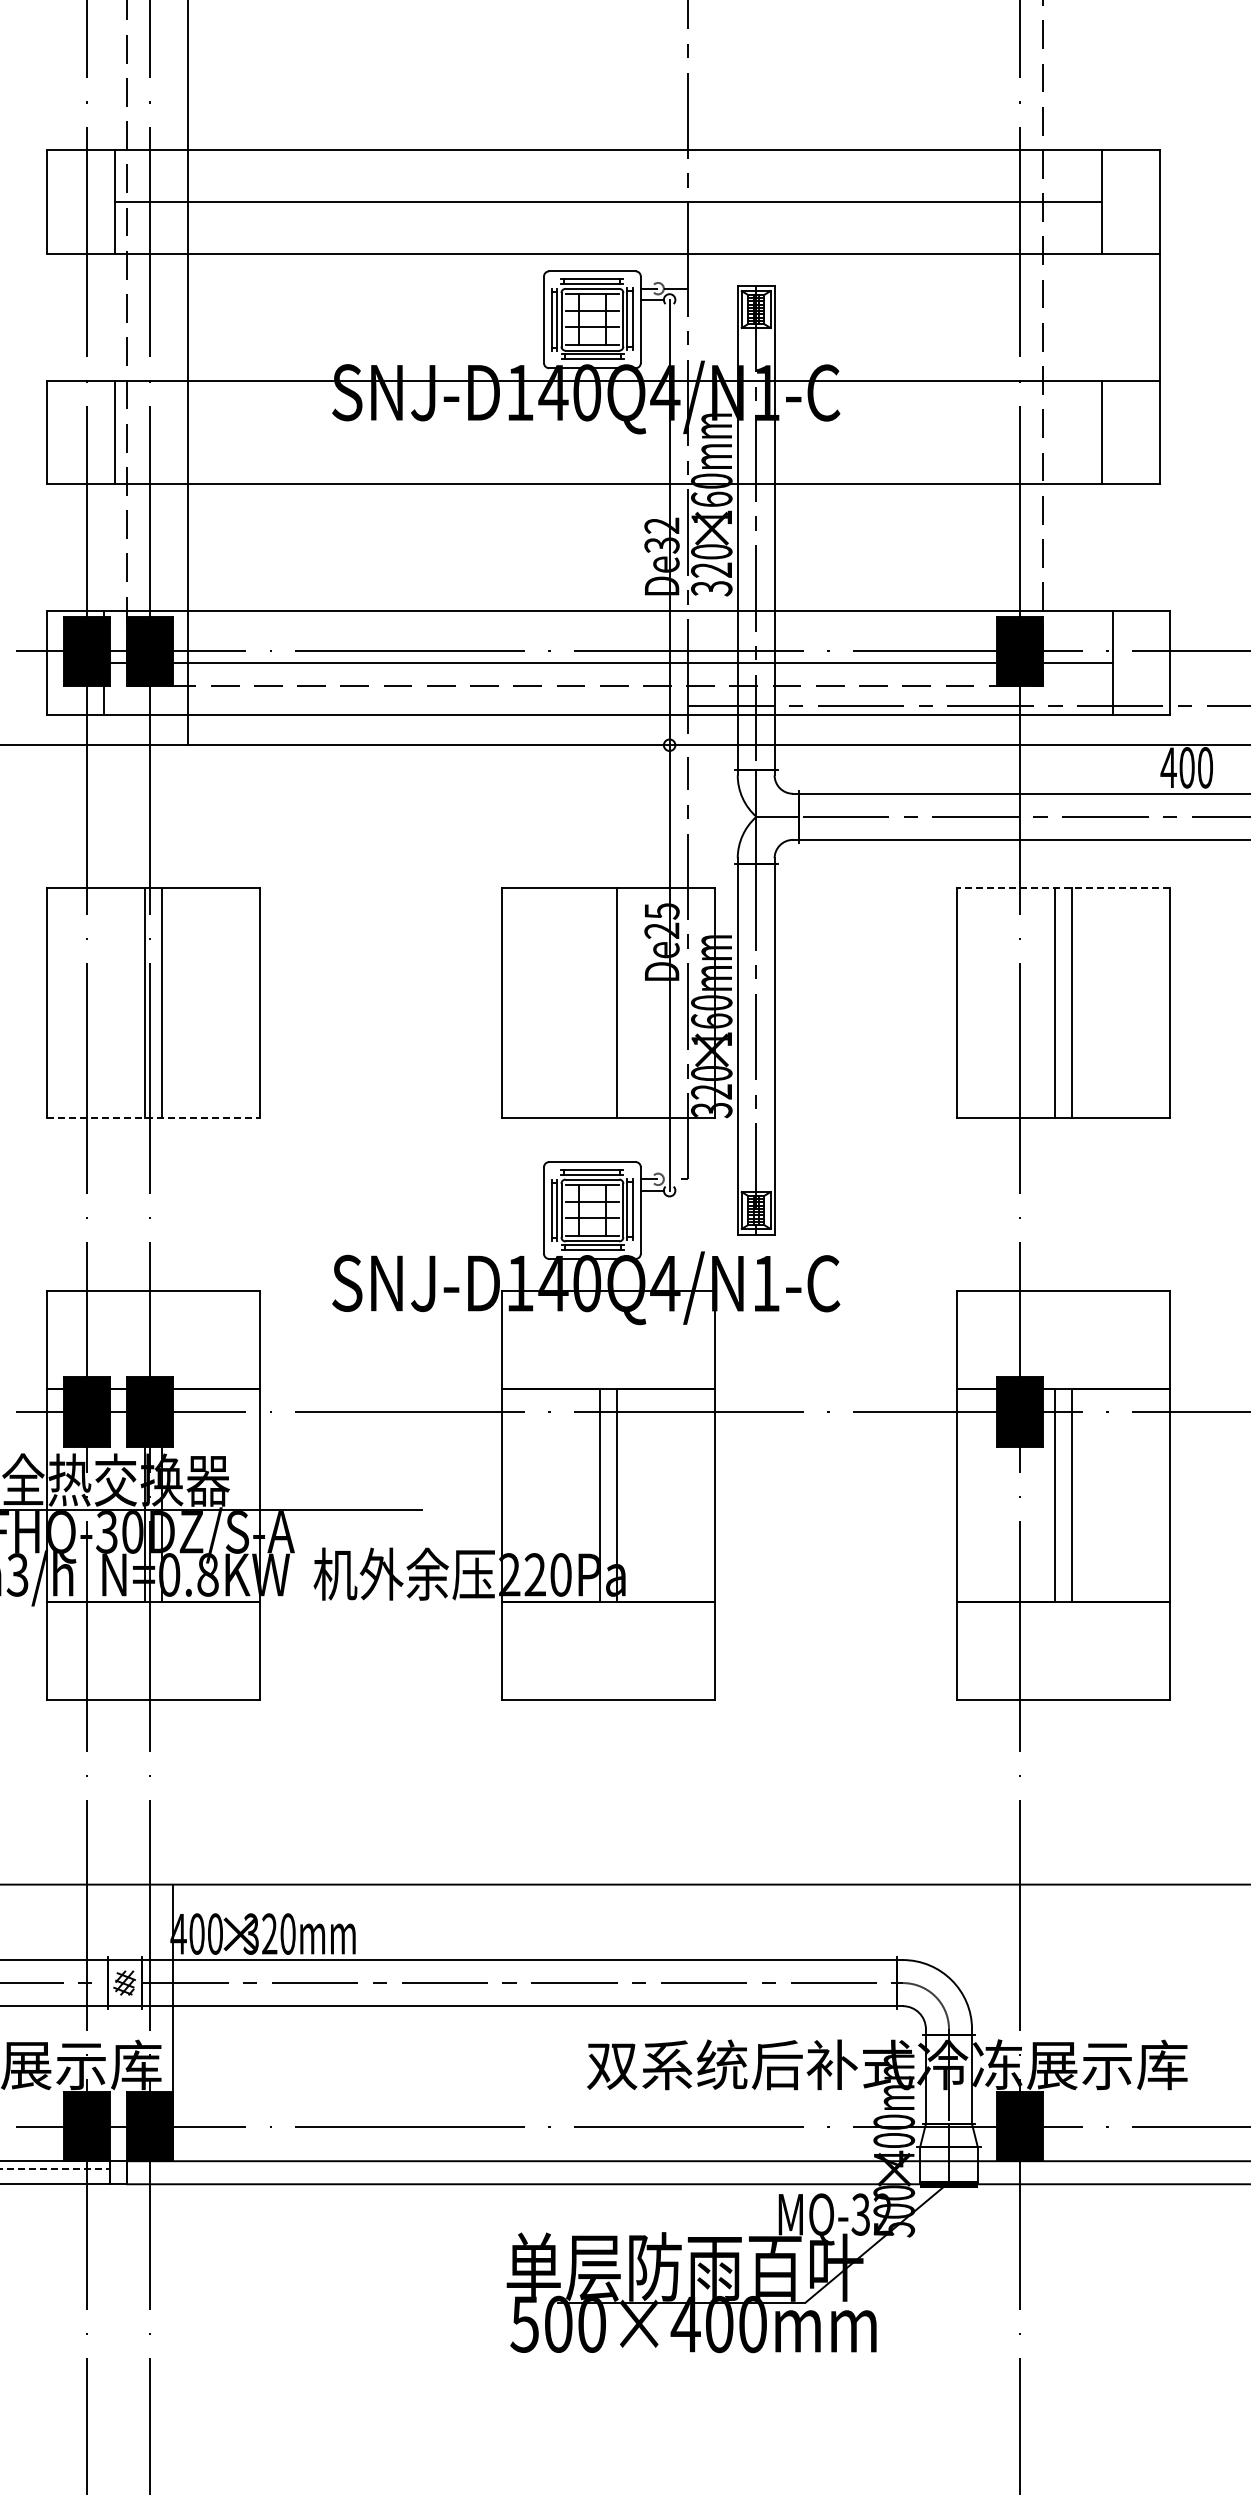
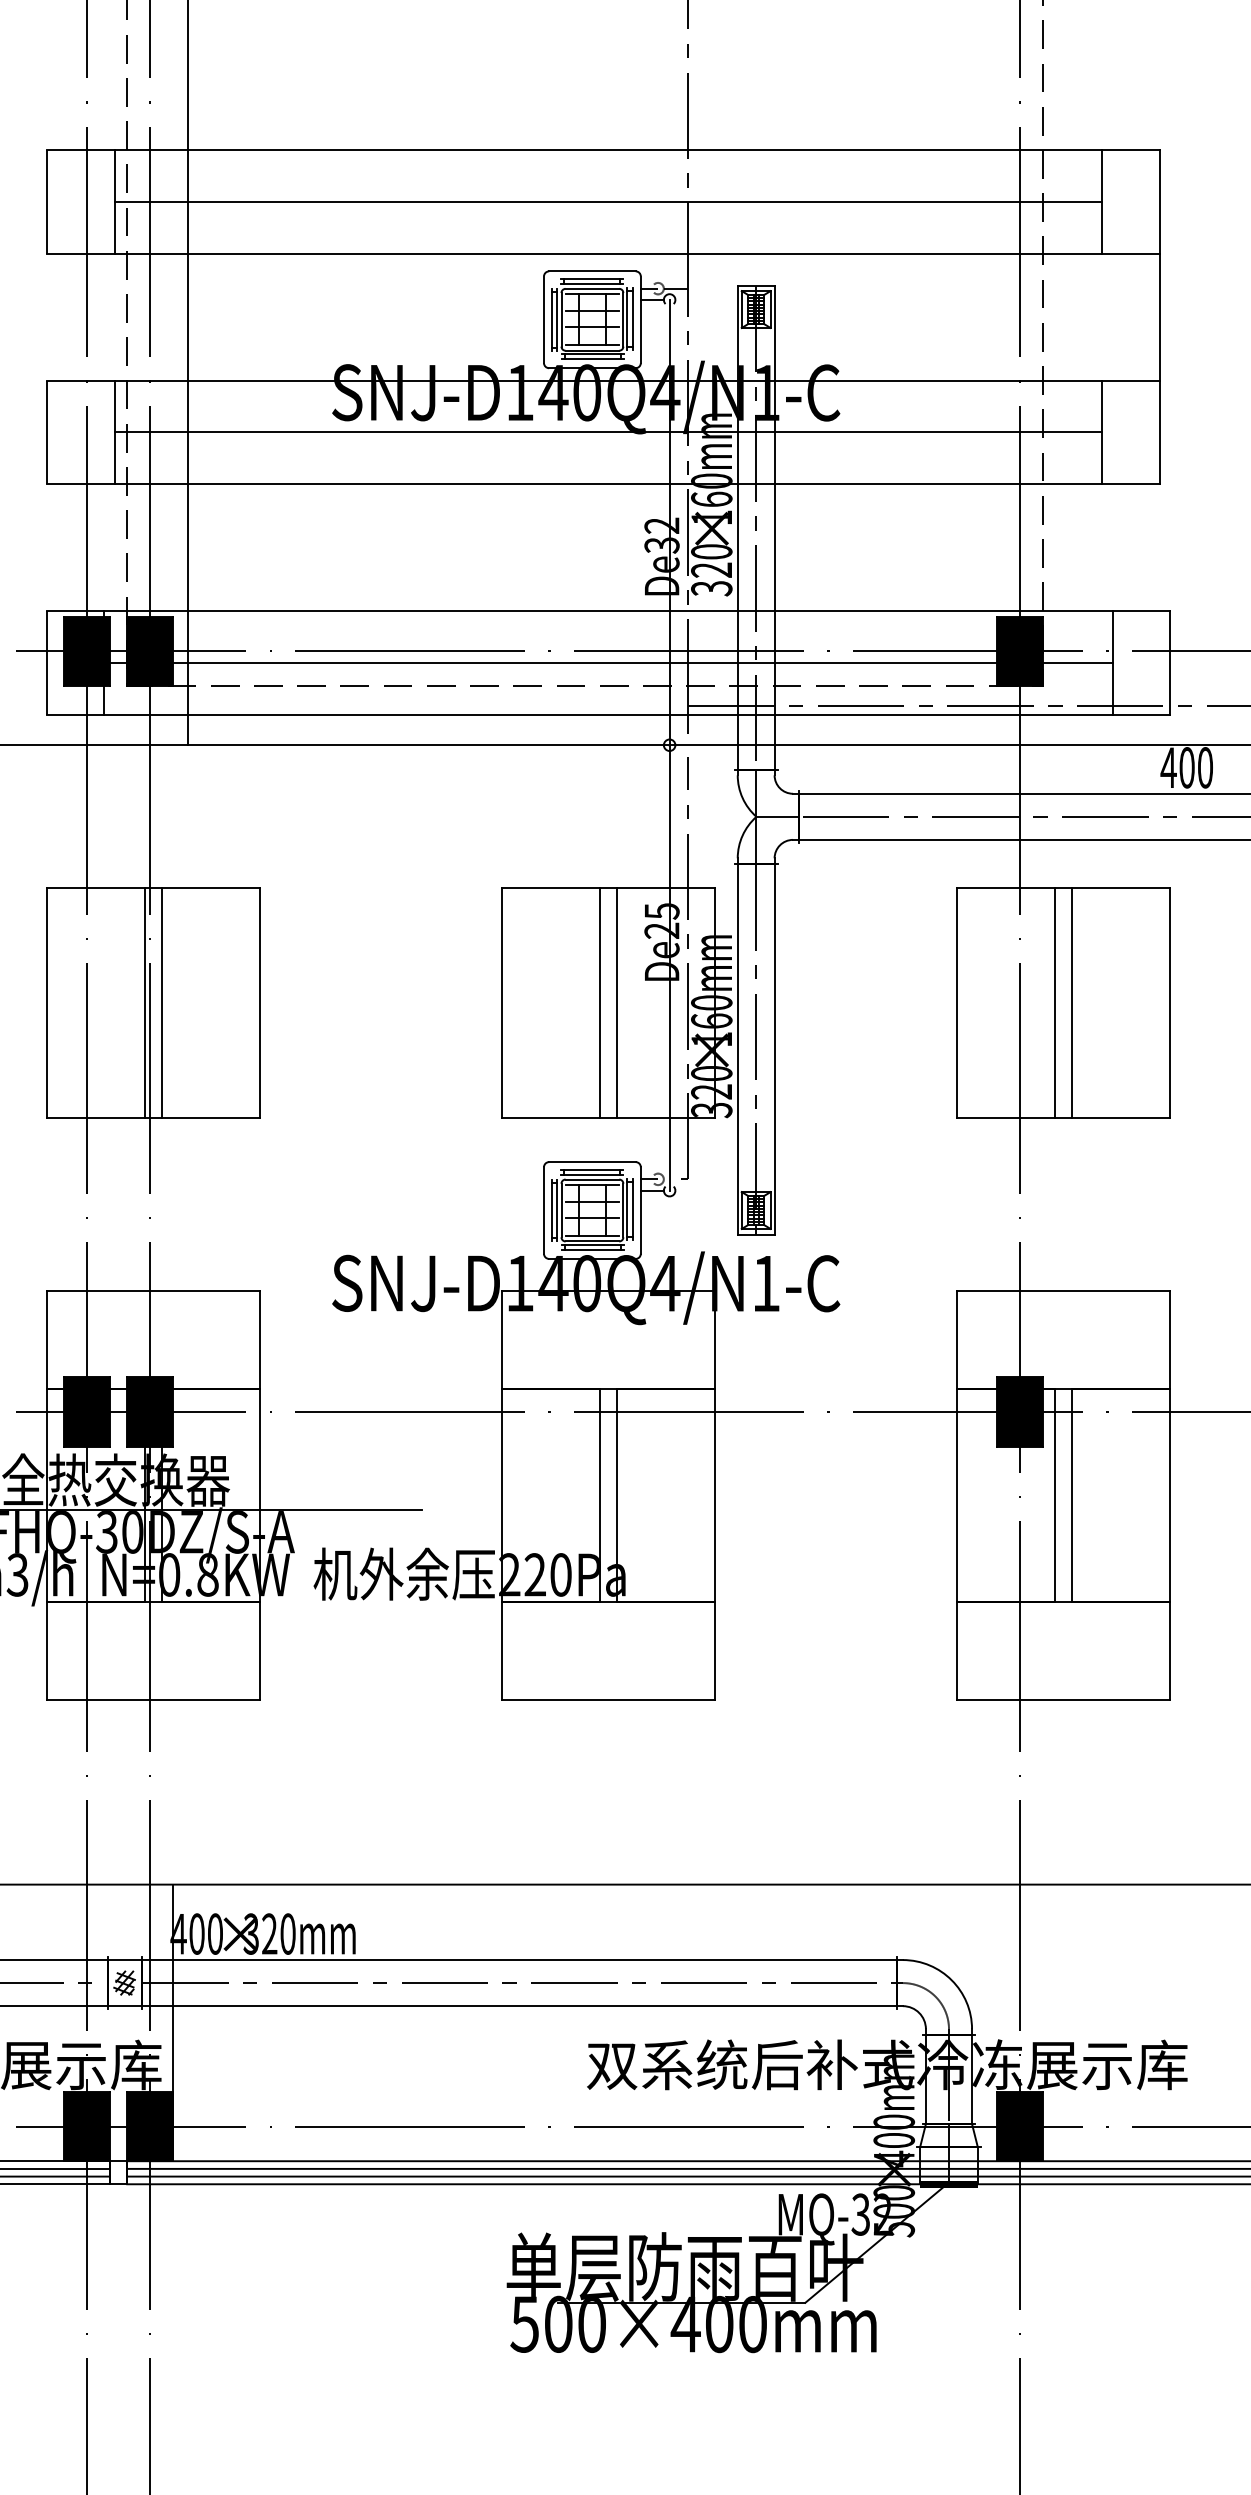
line at (608, 432): none -> present
line at (1063, 887): dashed -> solid
line at (599, 1002): none -> present
line at (153, 1118): dashed -> solid
line at (55, 2168): dashed -> solid
line at (687, 2168): none -> present
line at (55, 2176): none -> present
line at (687, 2176): none -> present
